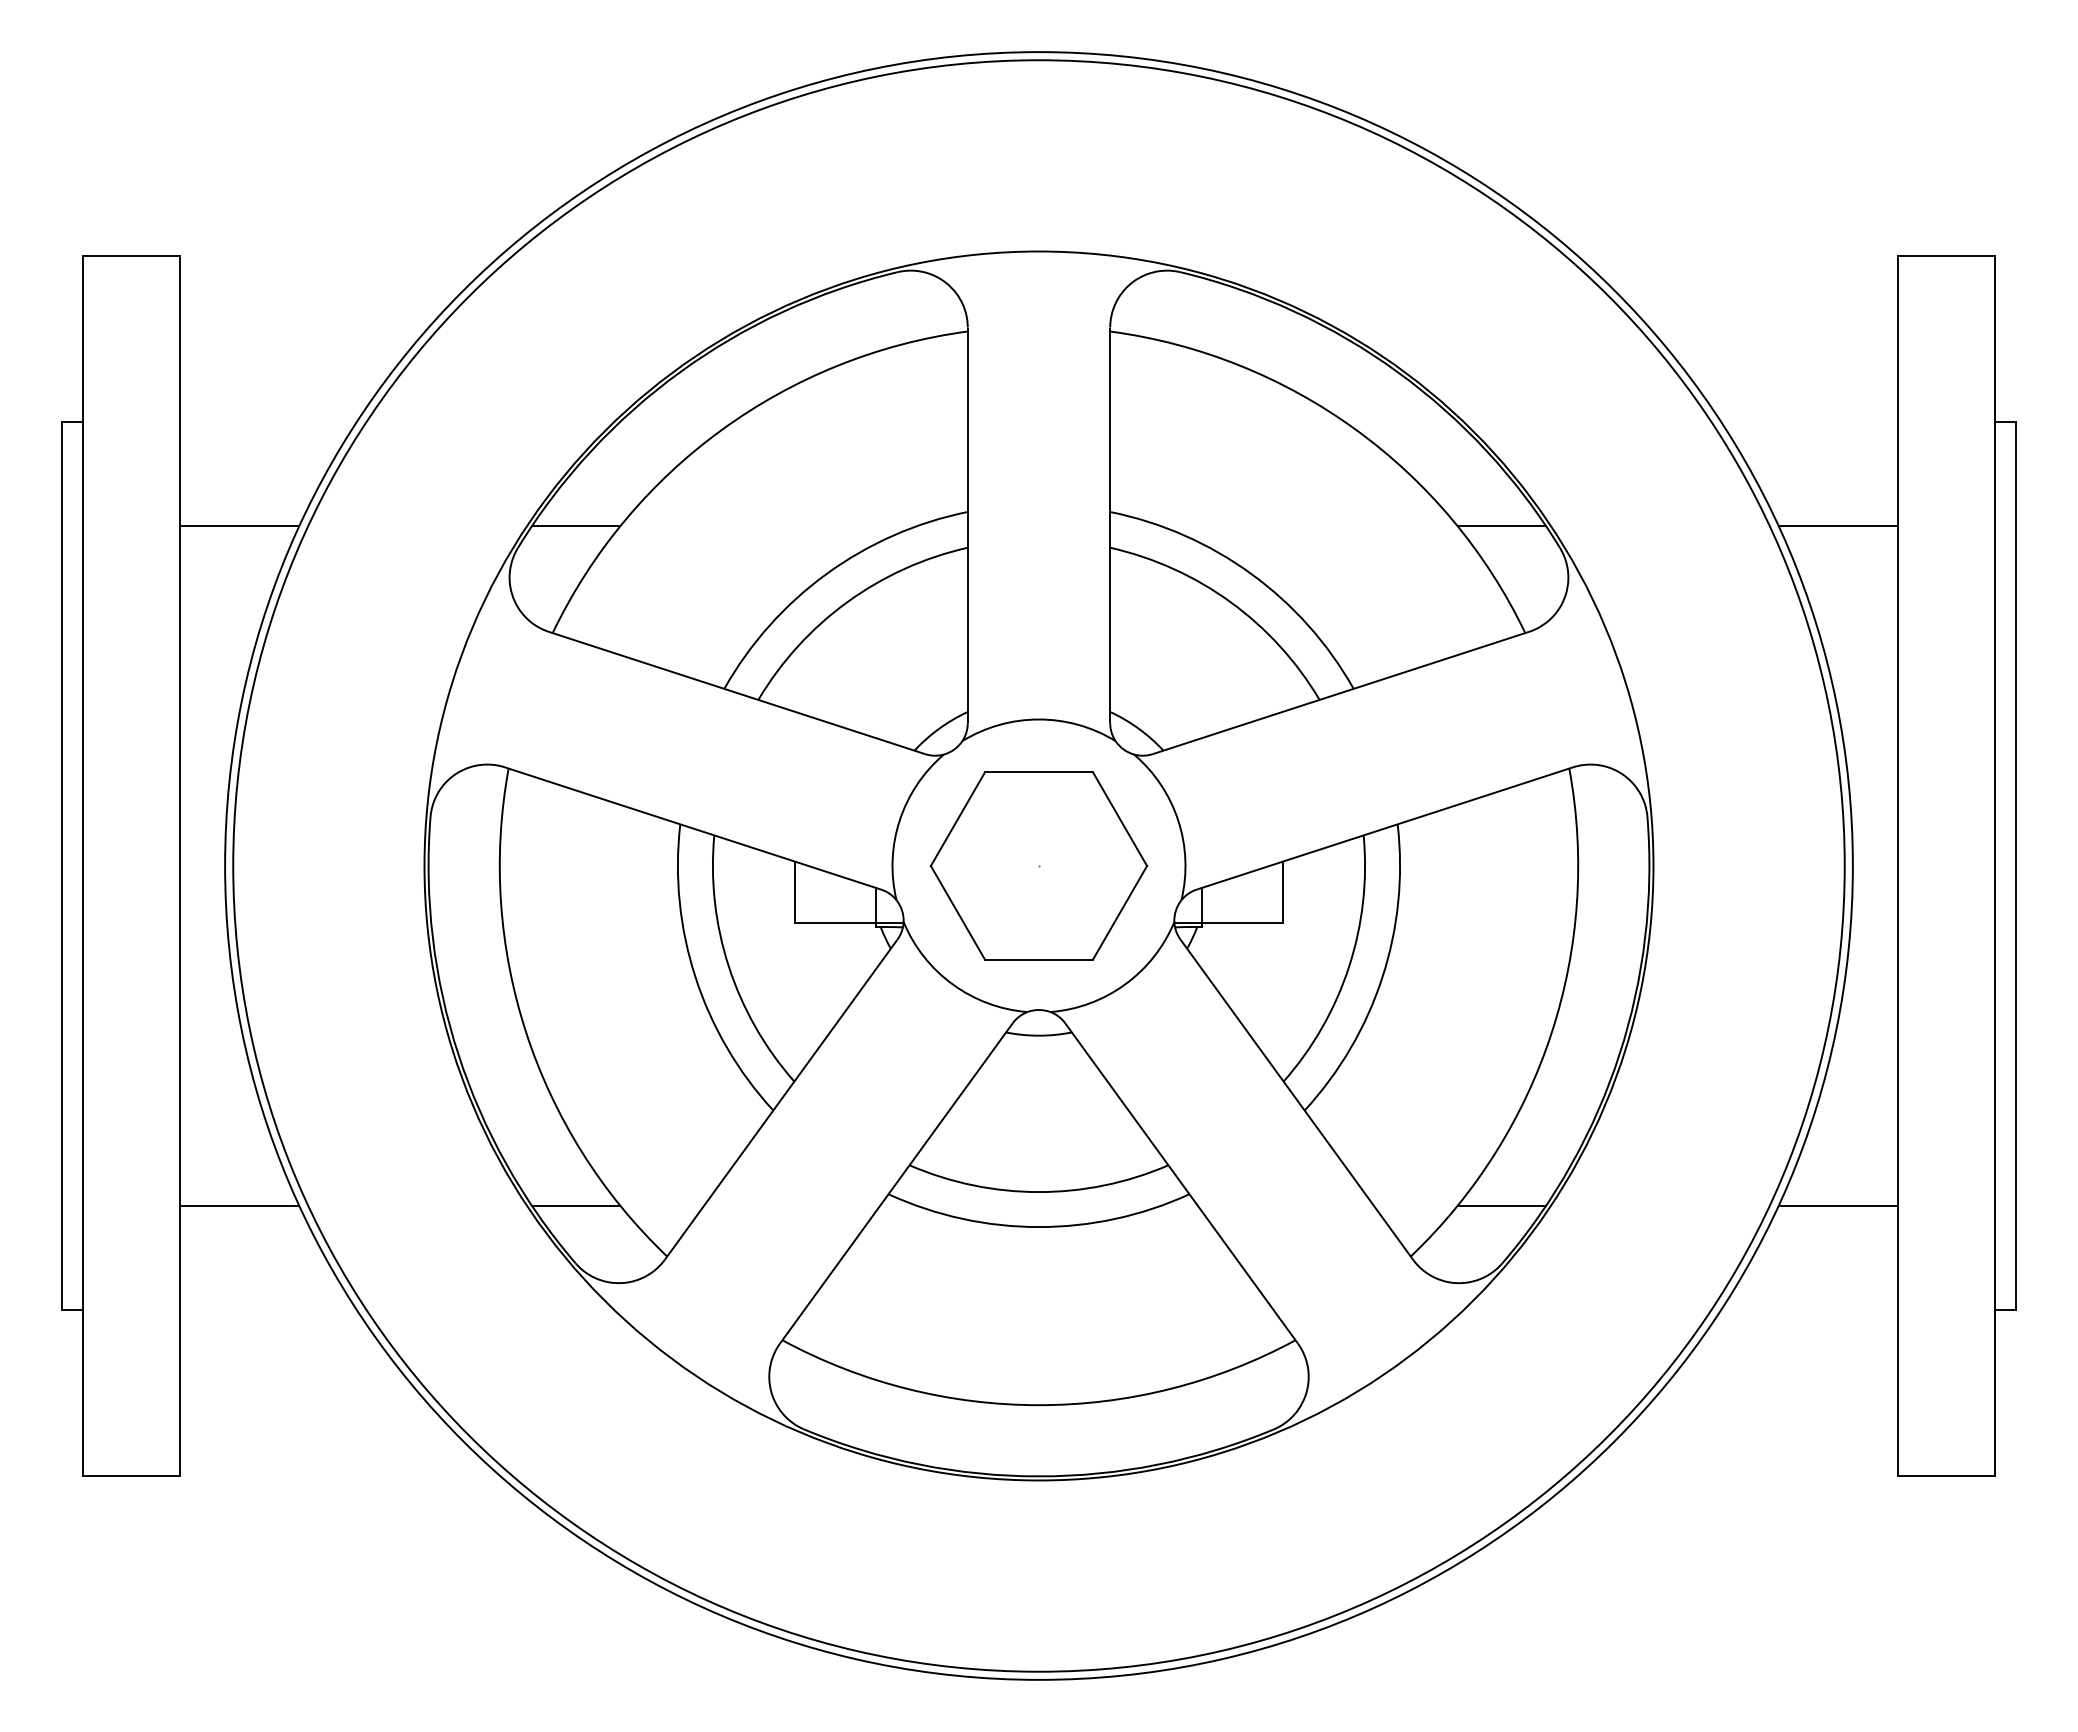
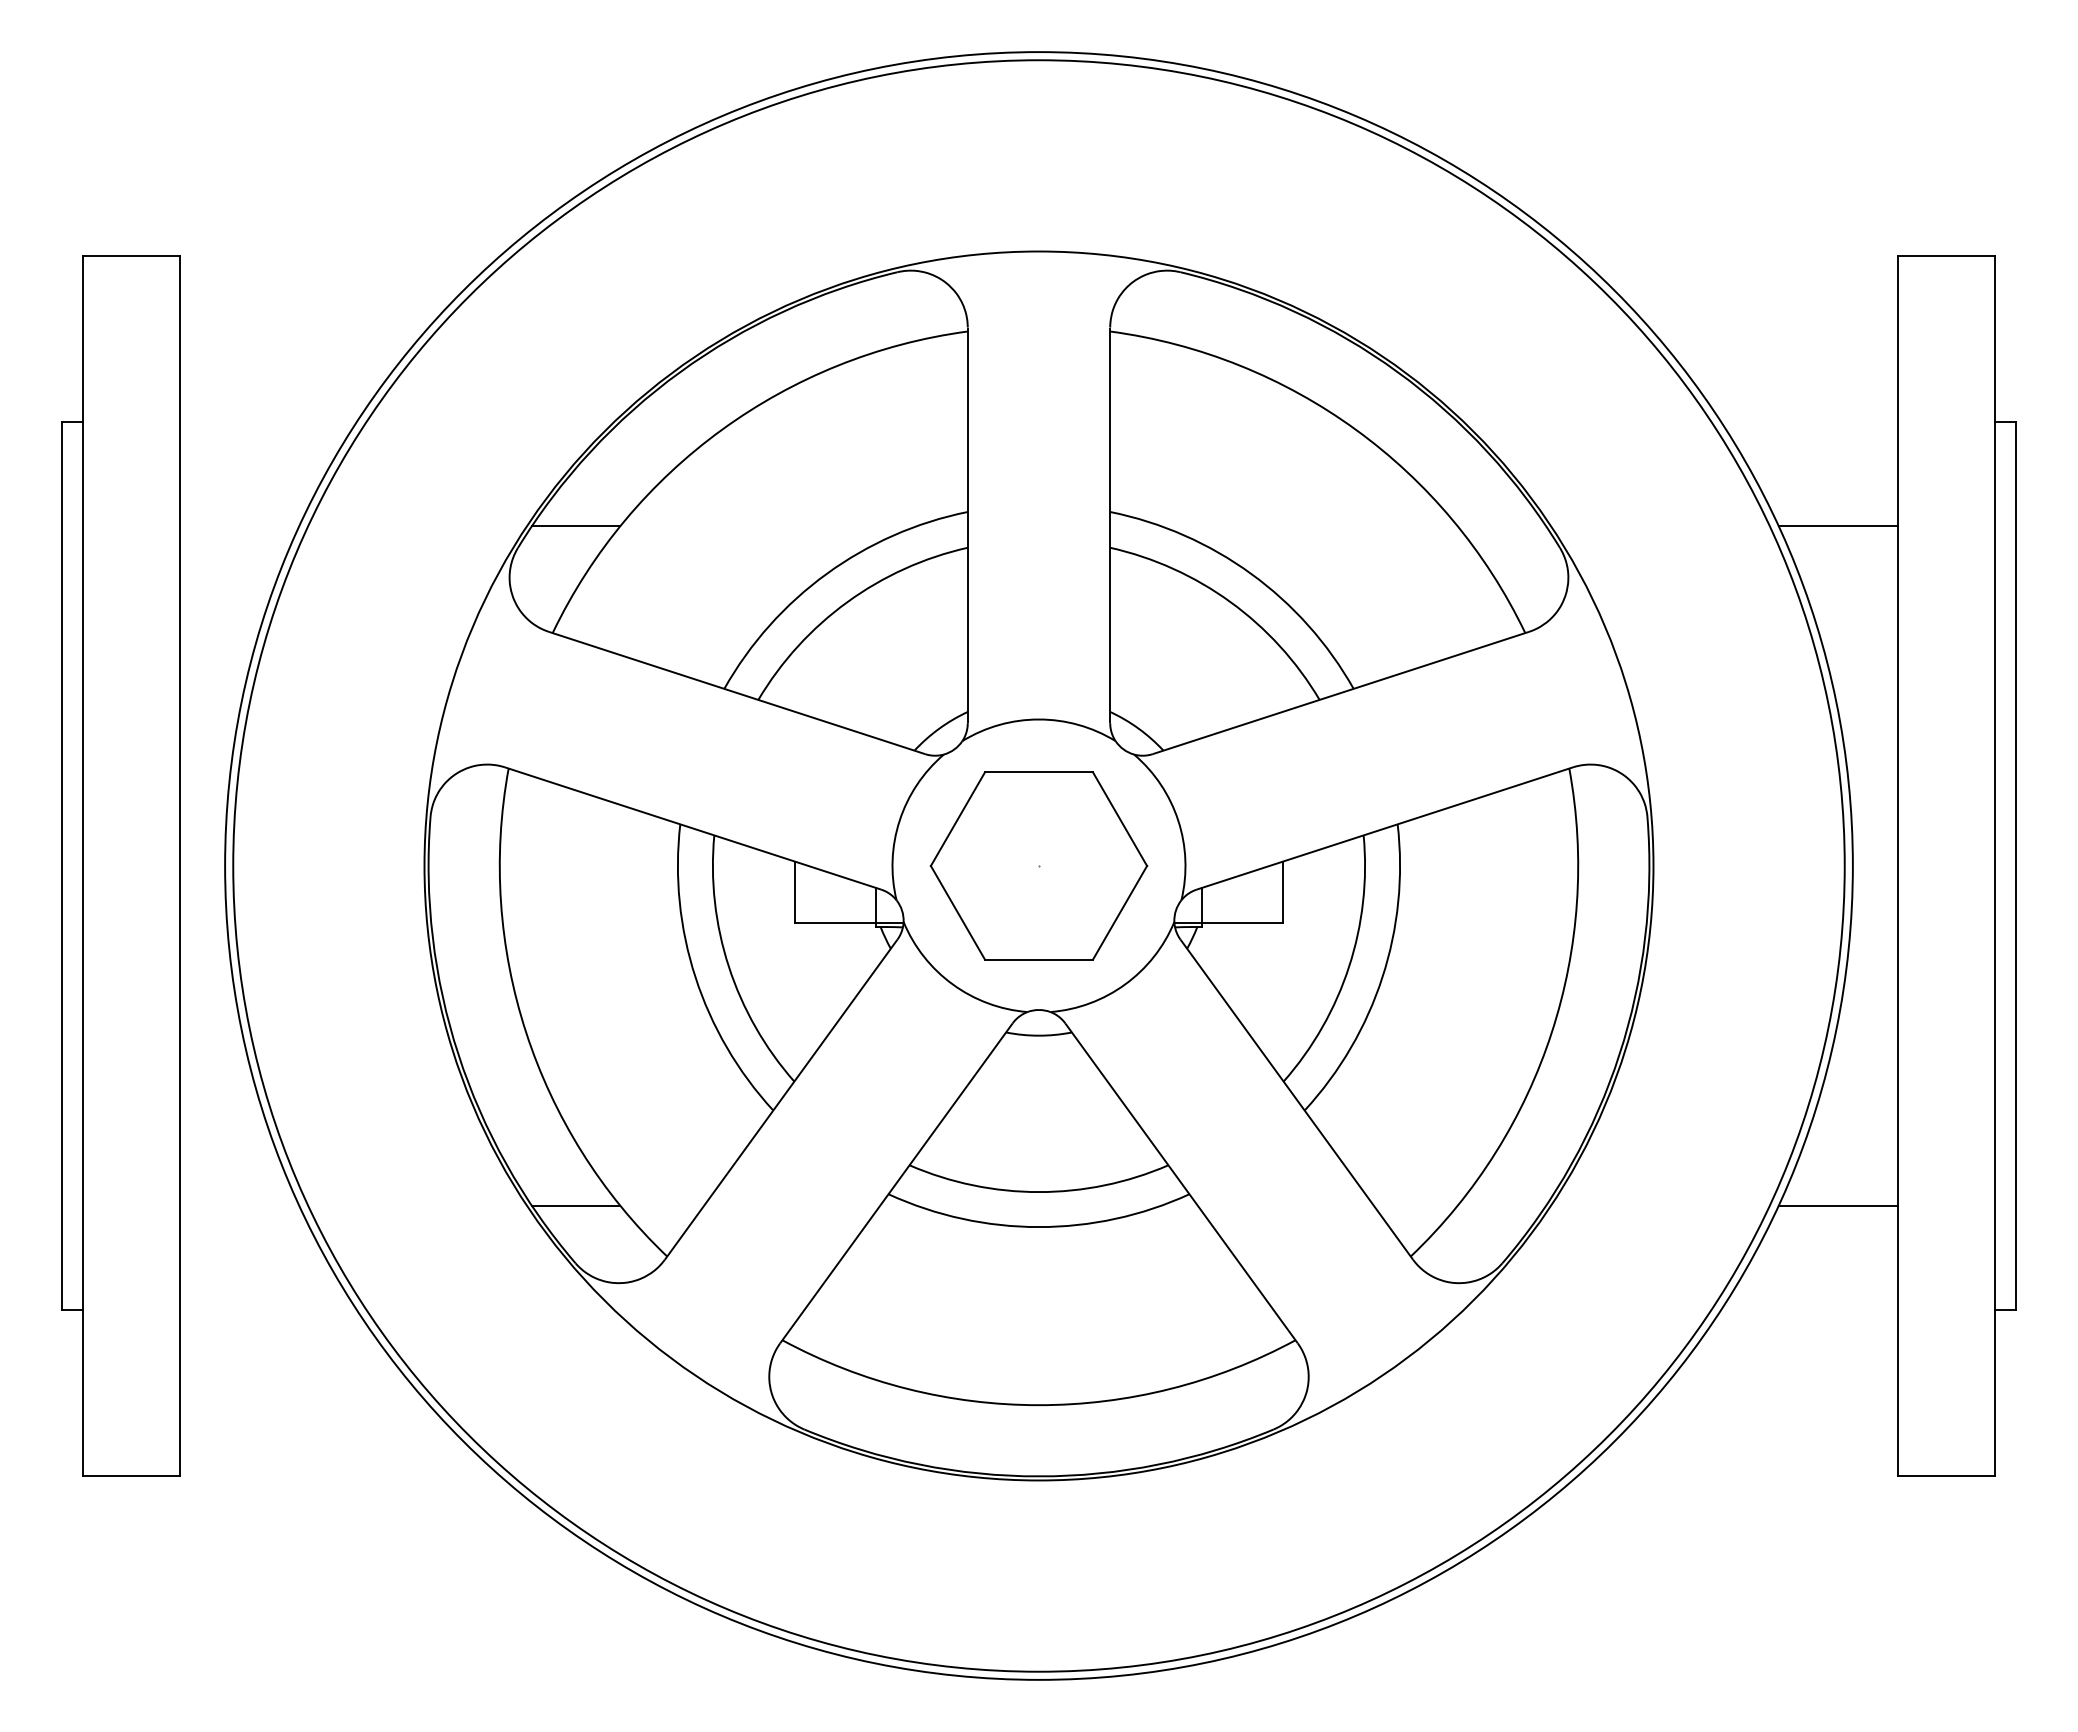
line at (239, 526): present -> none
line at (1501, 526): present -> none
line at (239, 1205): present -> none
line at (1501, 1205): present -> none
